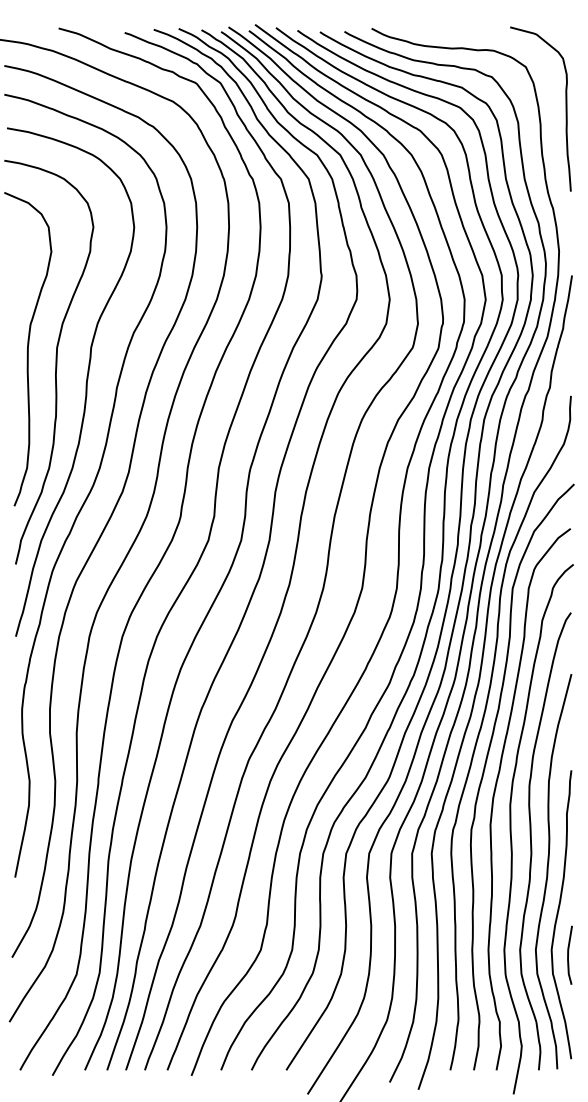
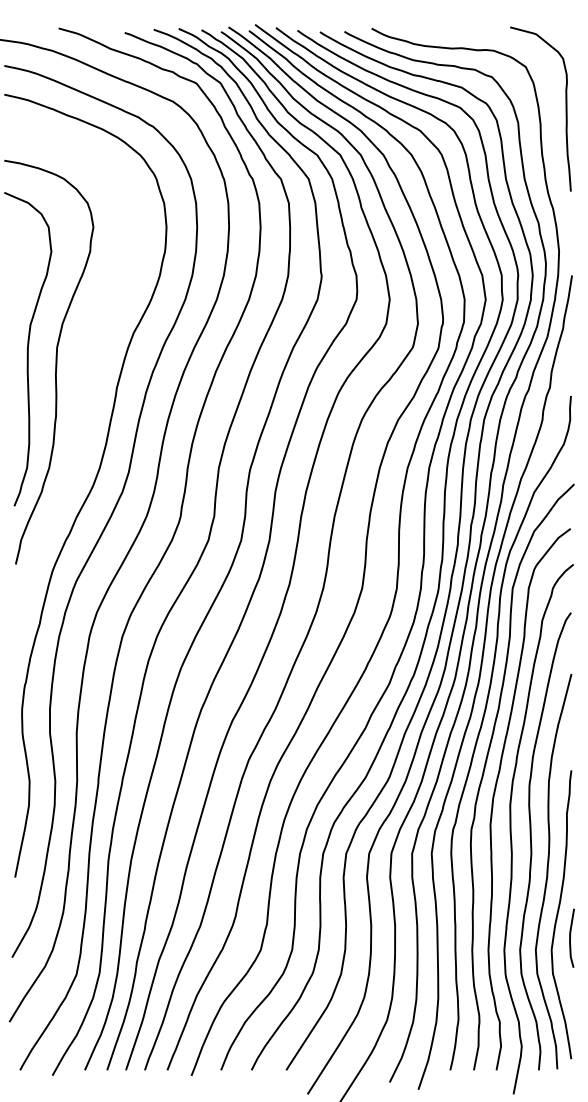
curve at (85, 383): present -> none
line at (568, 954) position: (568, 954) -> (570, 937)
